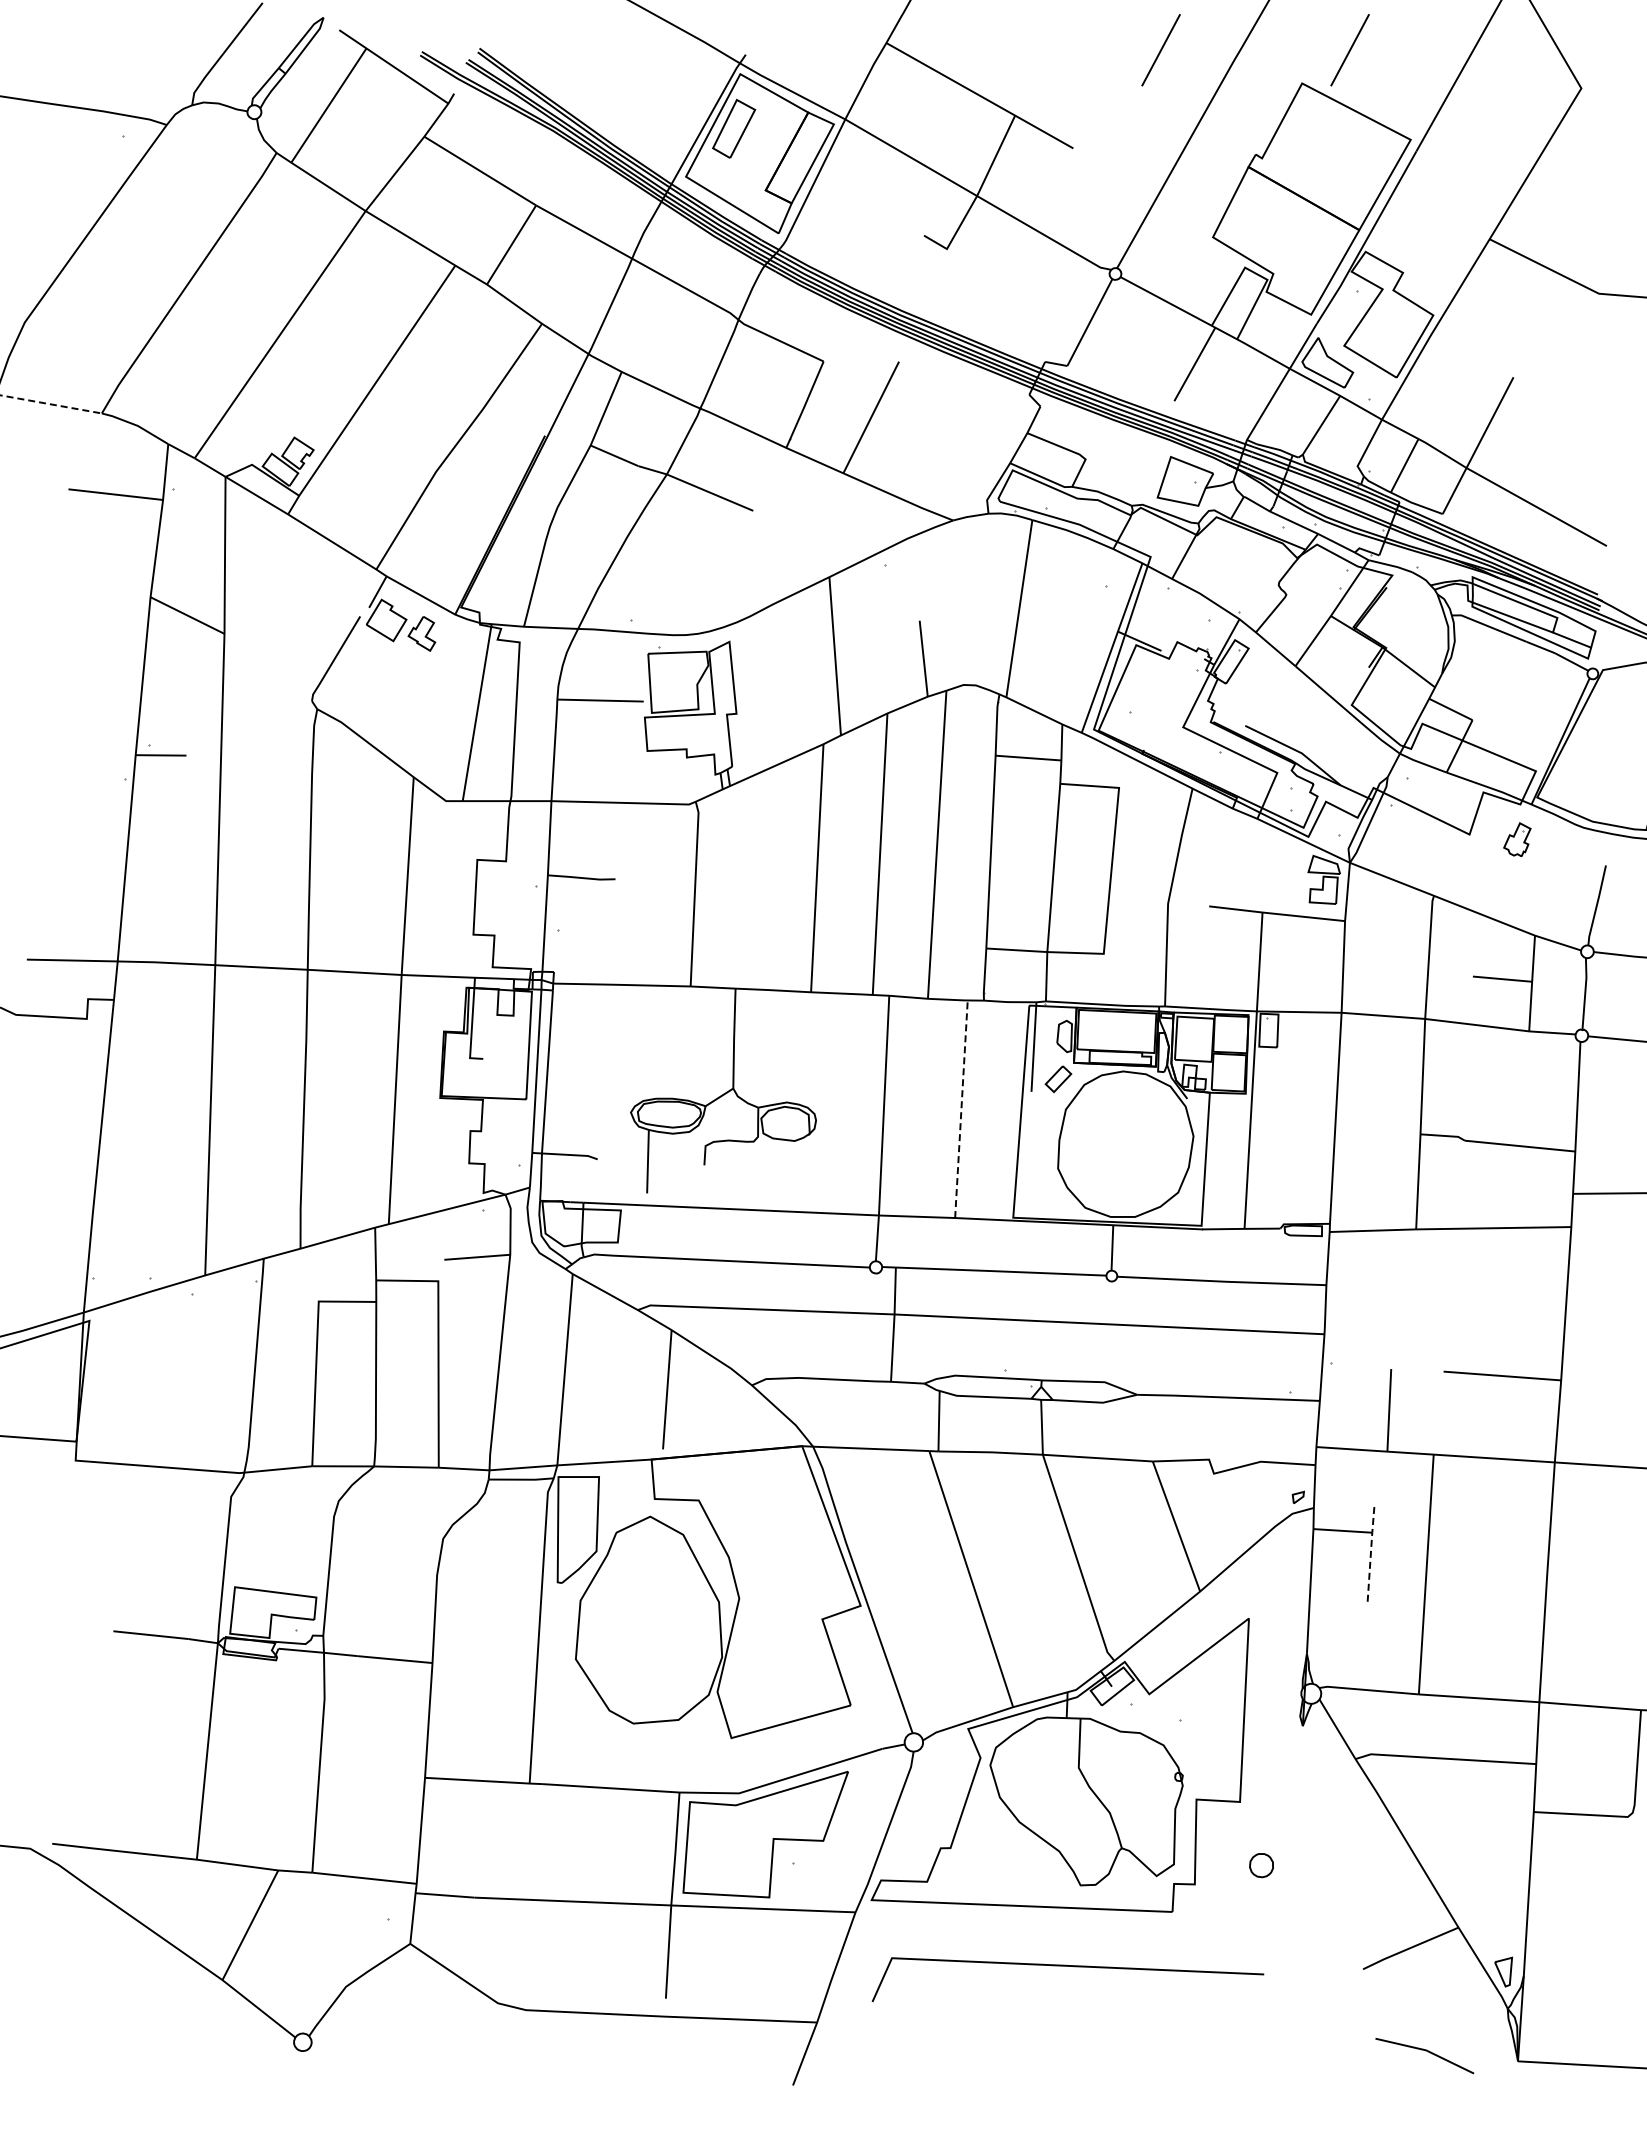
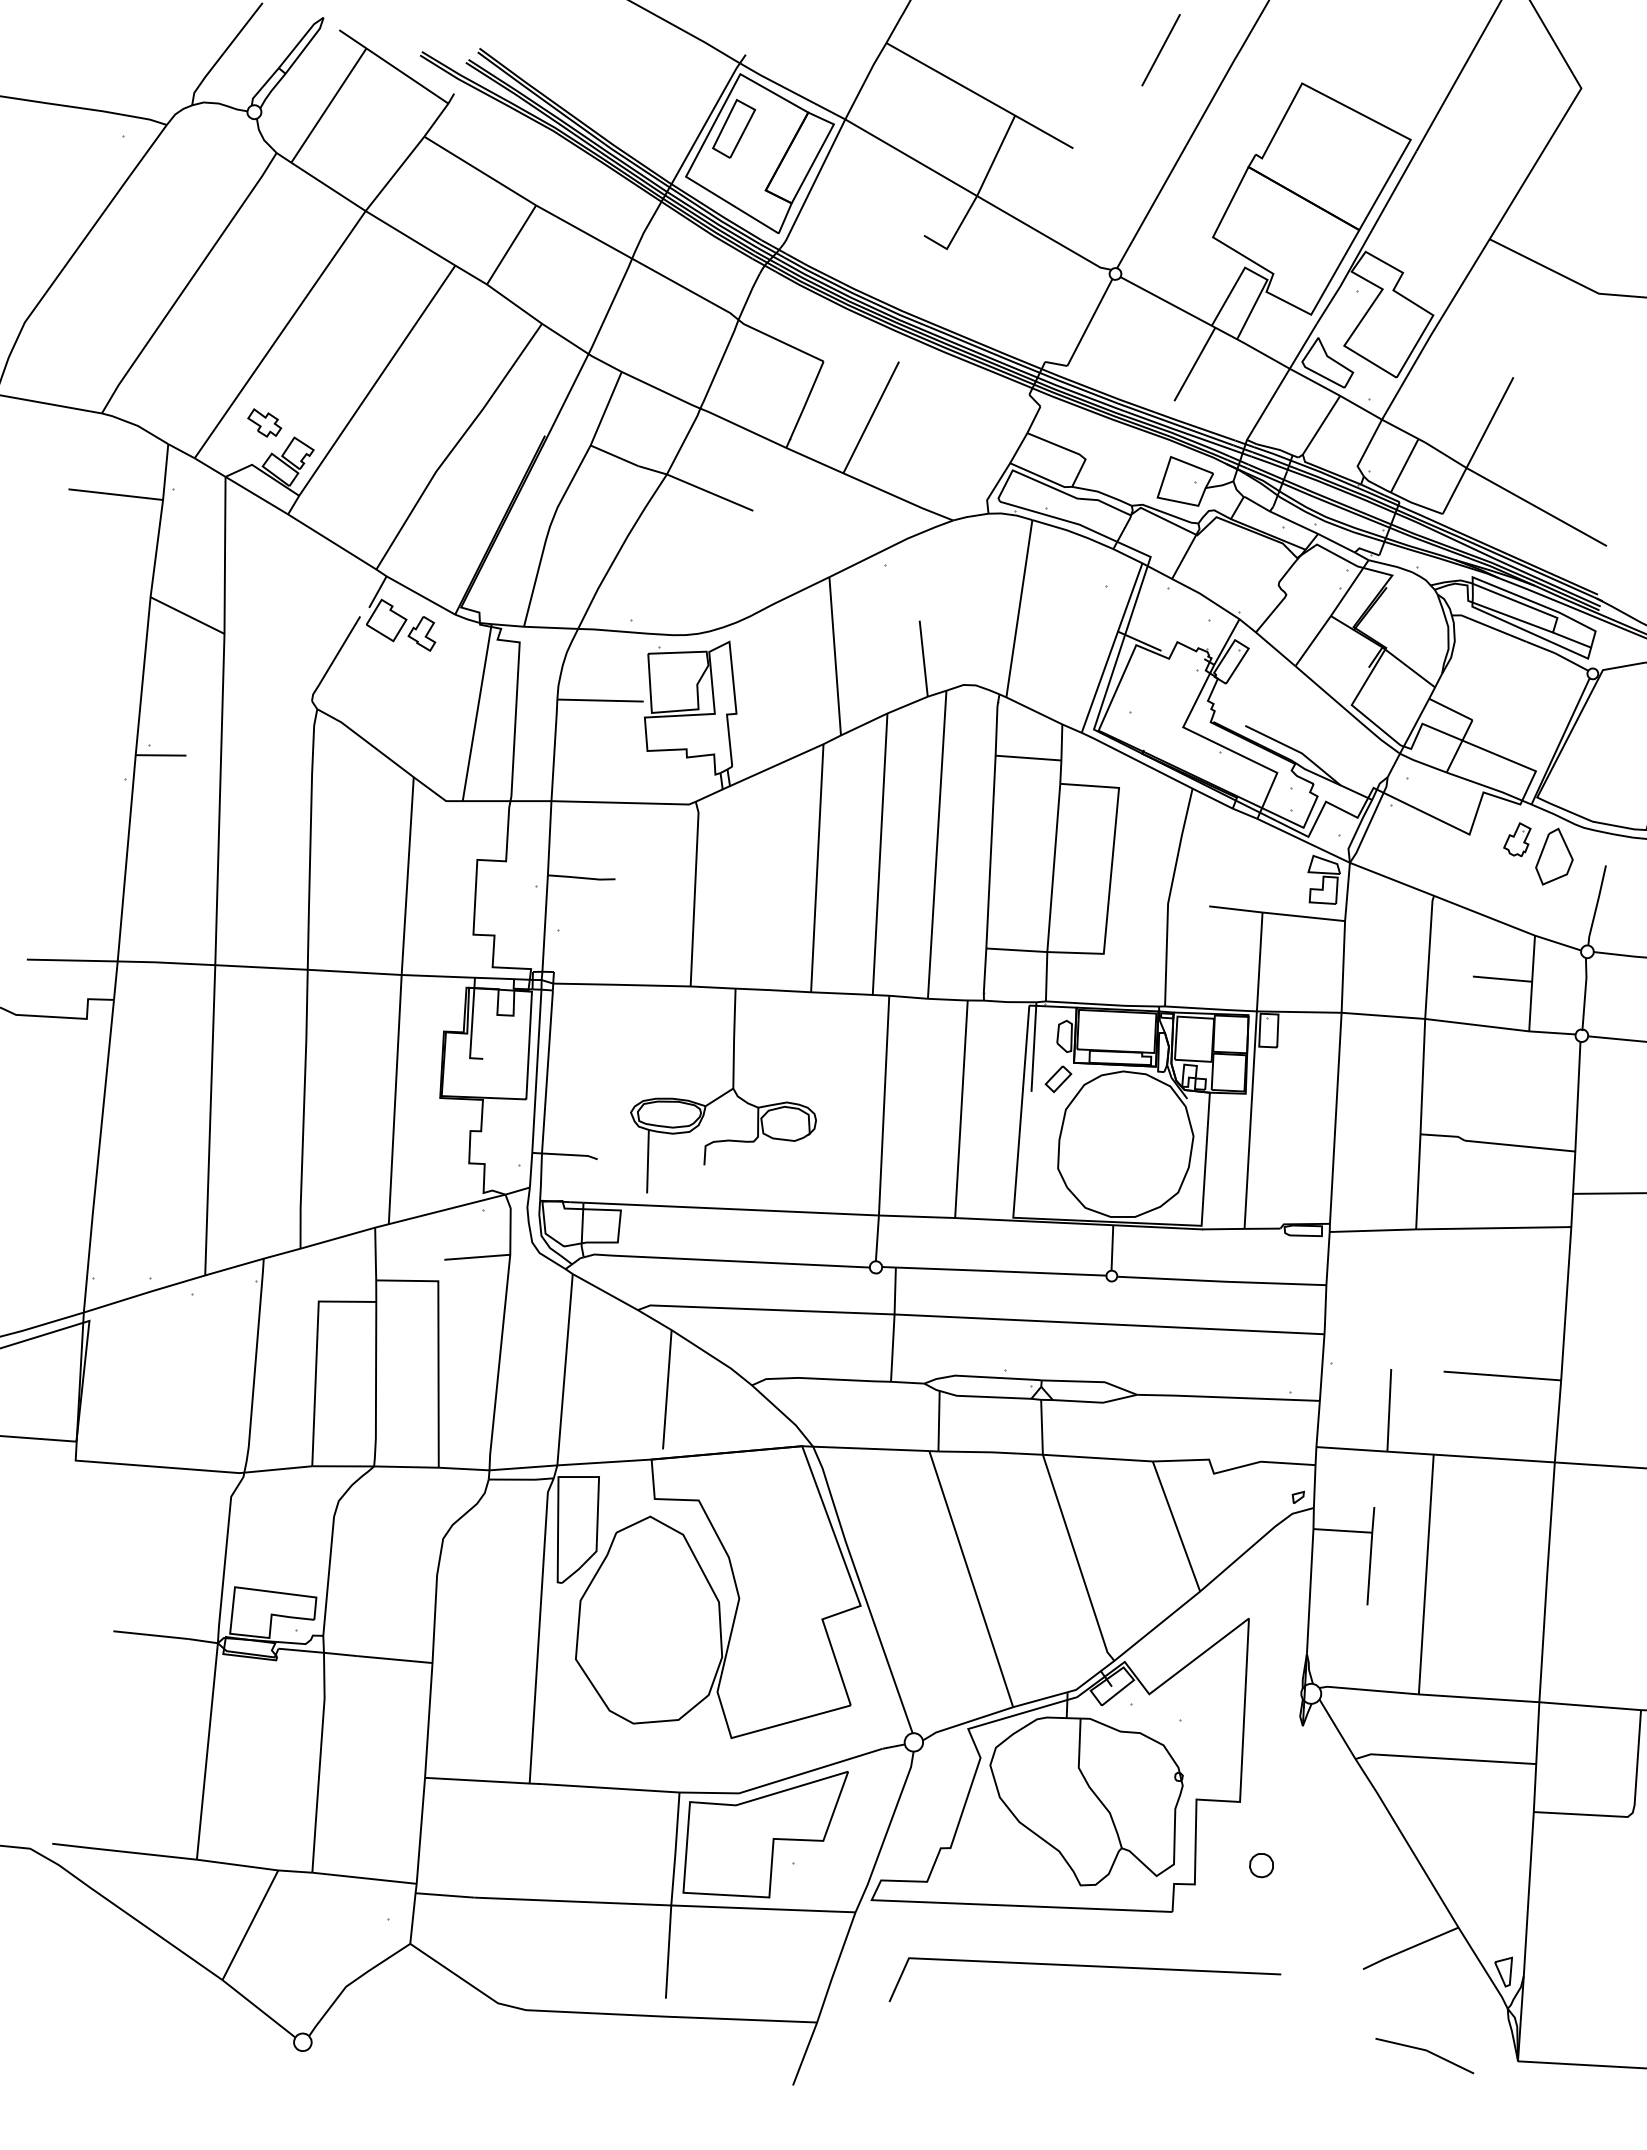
line at (1349, 50): present -> none
line at (51, 404): dashed -> solid
part at (264, 422): none -> present
part at (1554, 856): none -> present
line at (961, 1109): dashed -> solid
line at (1370, 1555): dashed -> solid
line at (1067, 1966) position: (1067, 1966) -> (1084, 1966)
